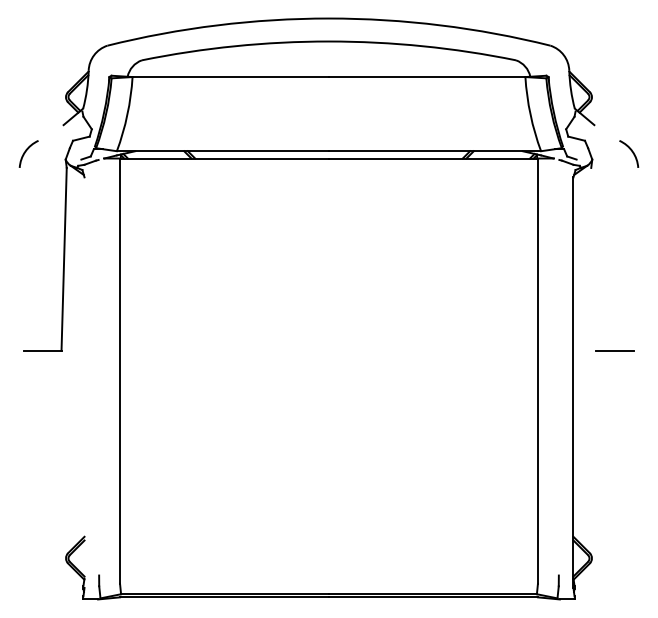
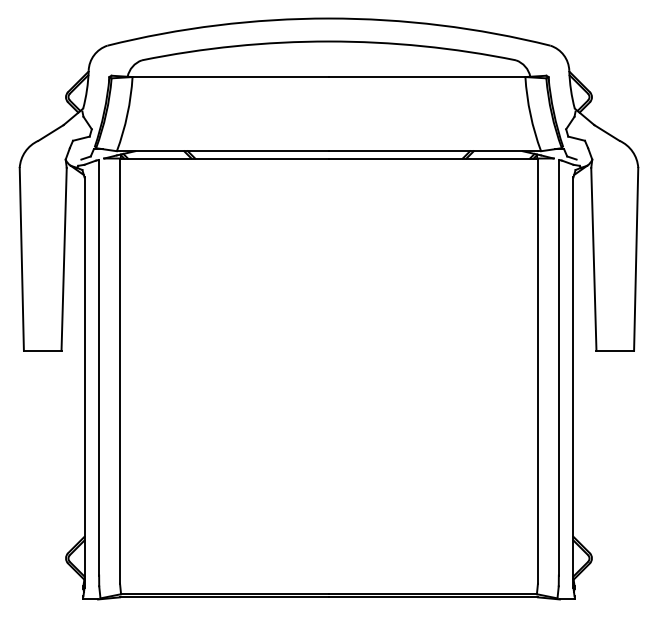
line at (50, 132): none -> present
line at (606, 132): none -> present
line at (21, 258): none -> present
line at (593, 258): none -> present
line at (636, 258): none -> present
line at (99, 367): none -> present
line at (558, 367): none -> present
line at (84, 382): none -> present
